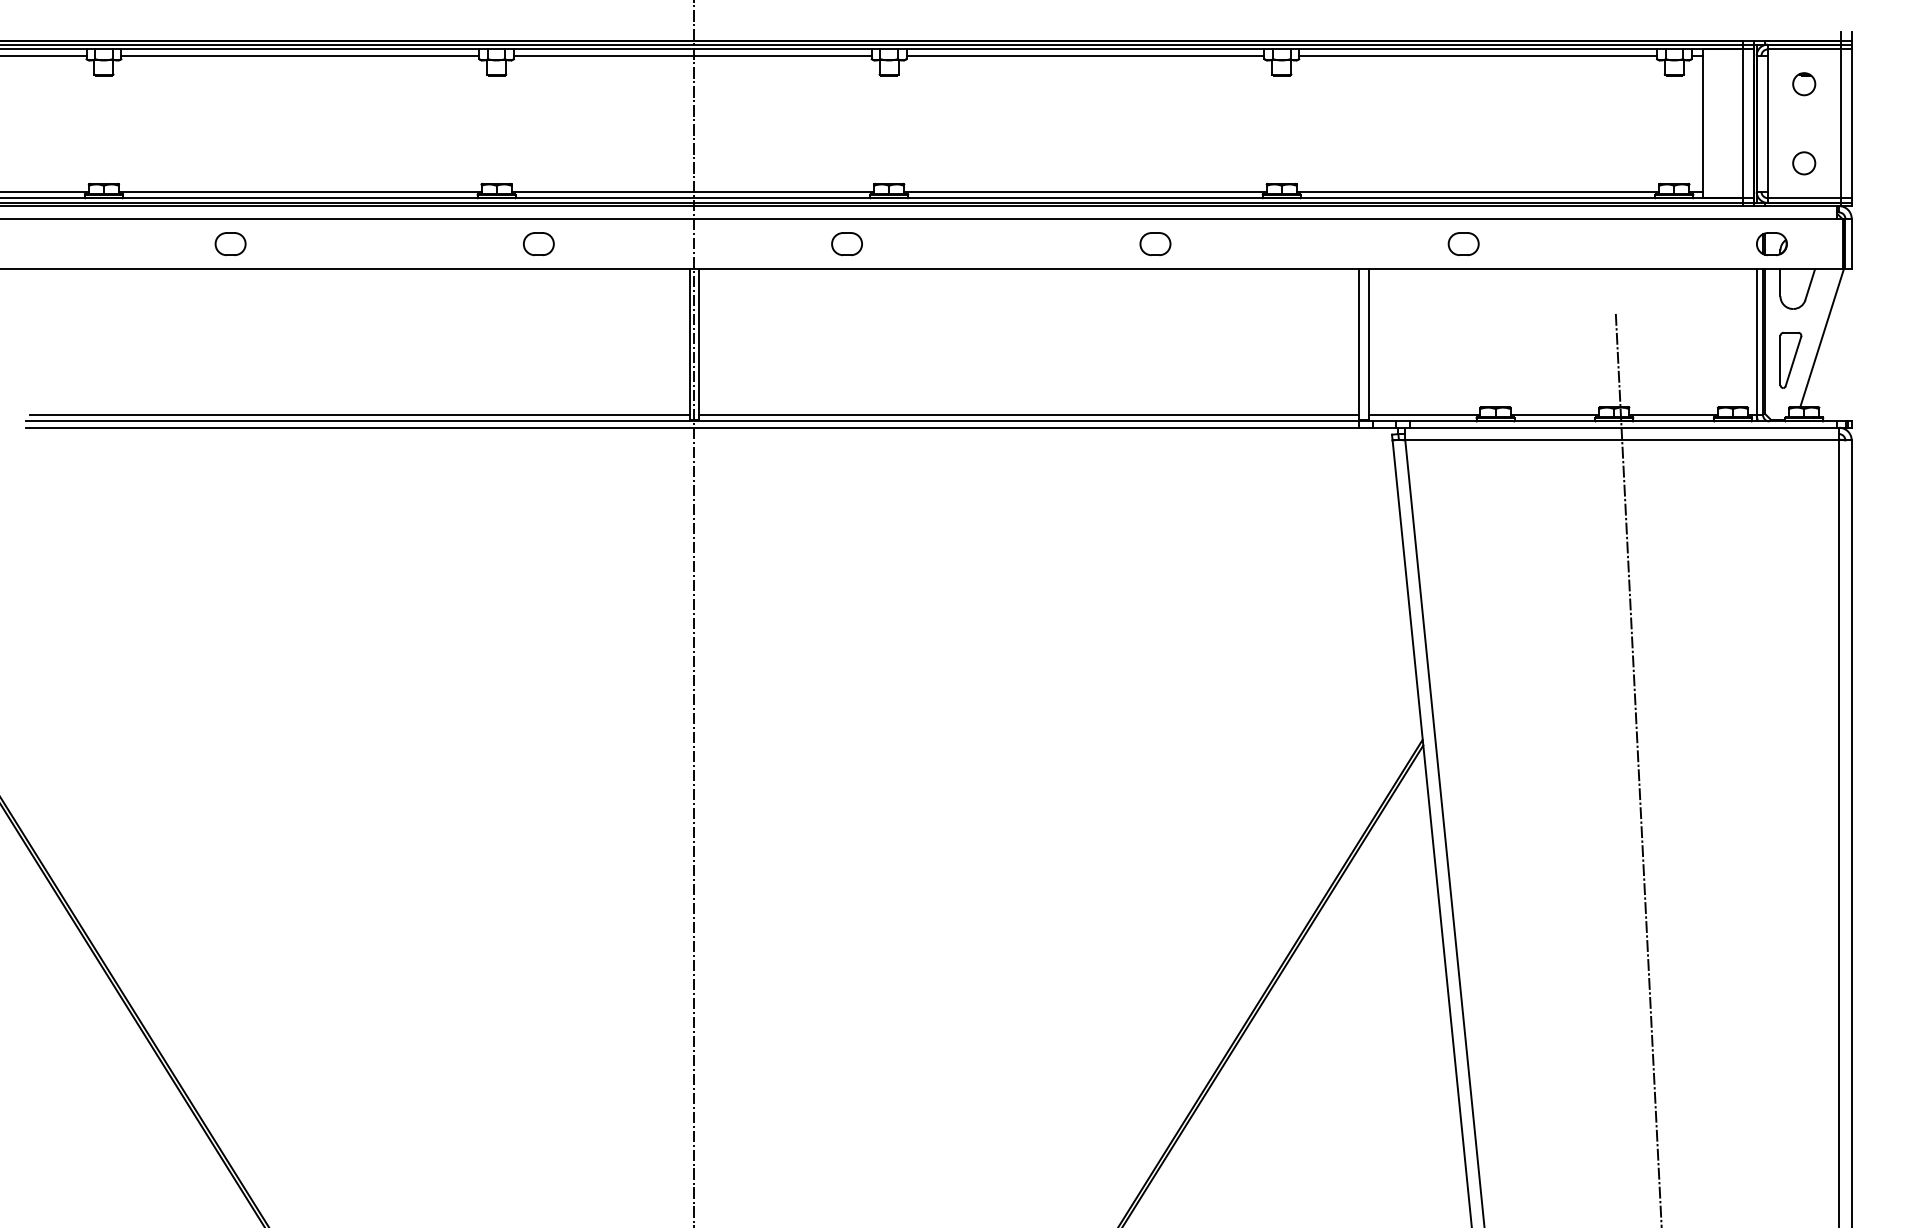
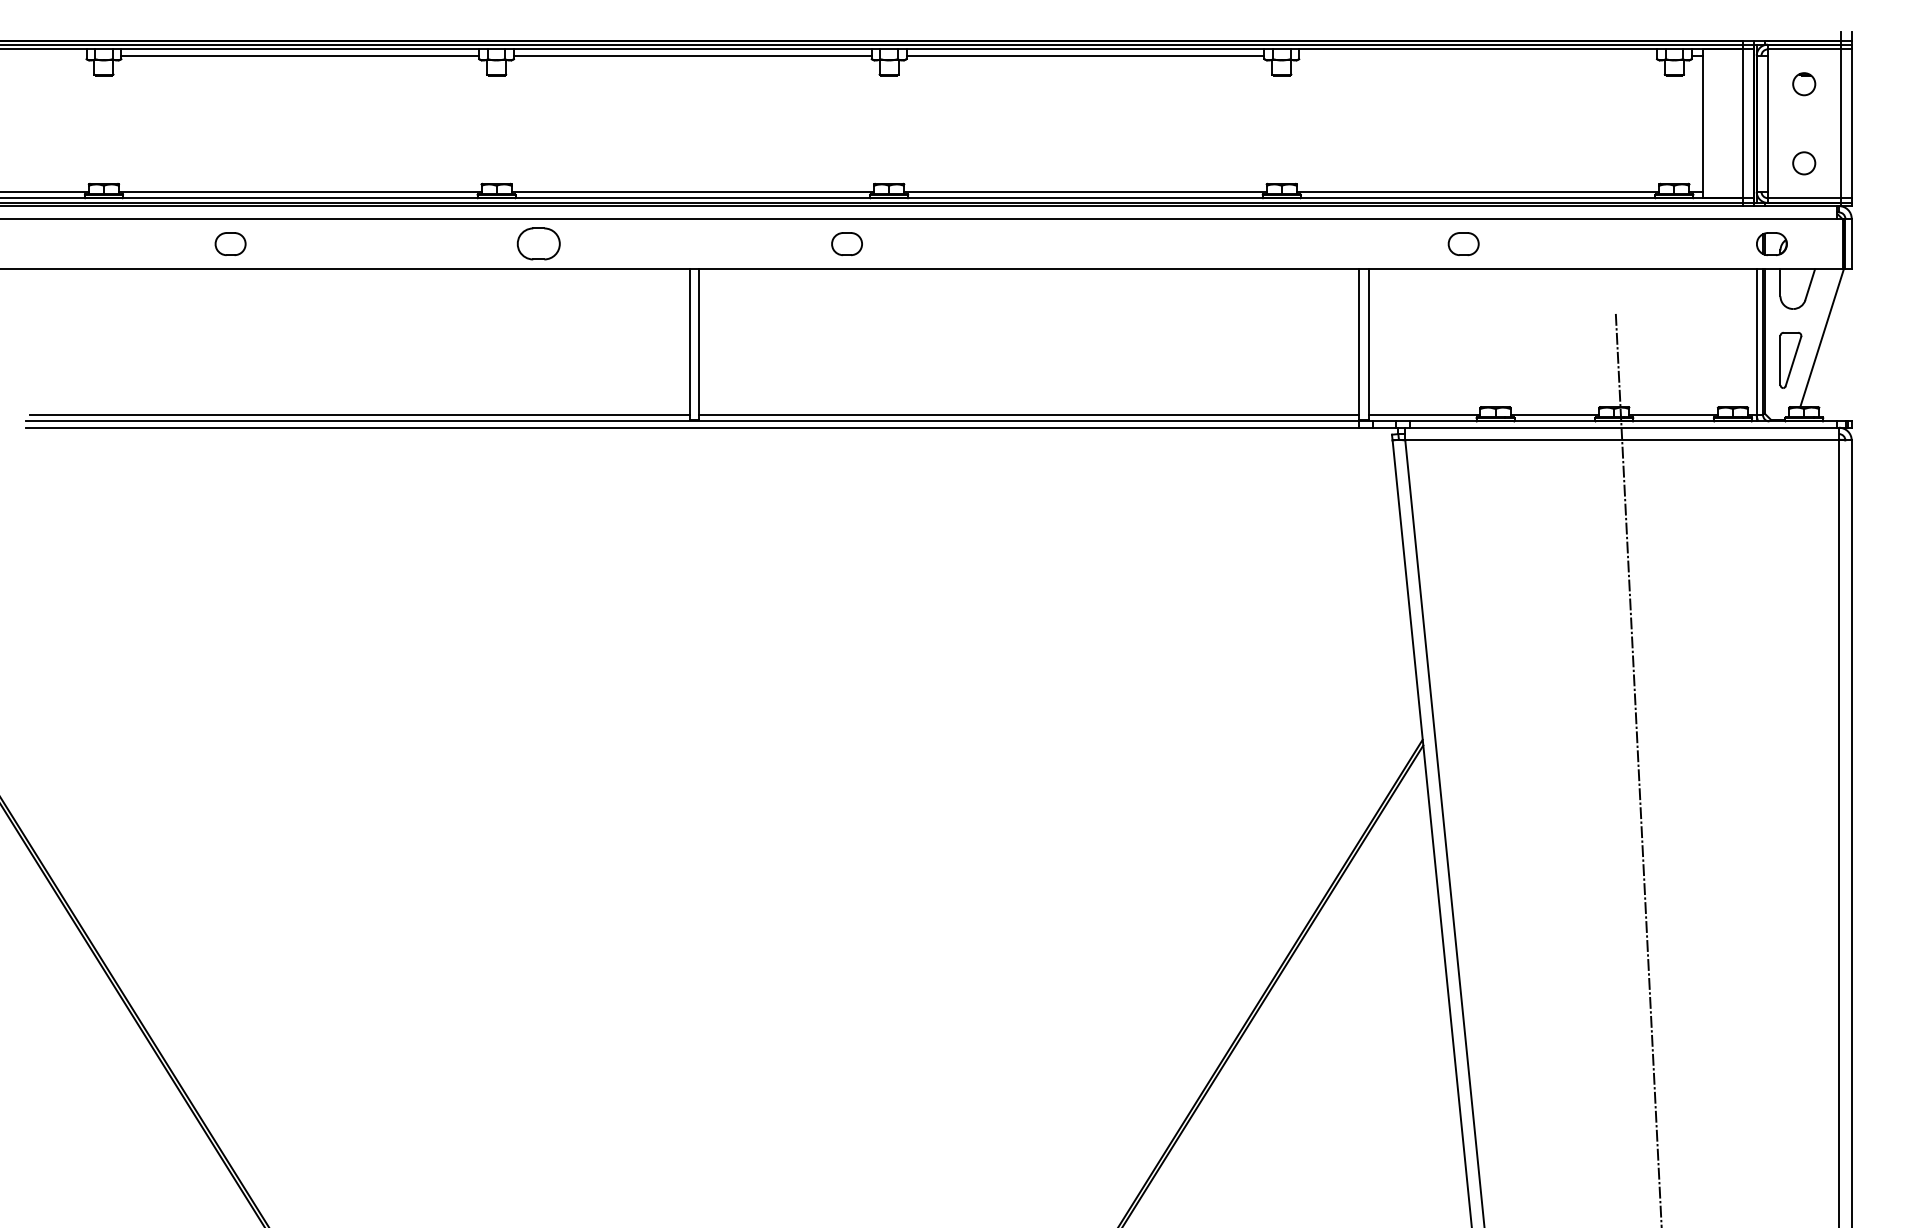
line at (44, 55): present -> none
line at (1478, 55): present -> none
part at (1155, 243): present -> none
part at (538, 244) size: 32x25 px -> 45x34 px
line at (693, 613): present -> none
